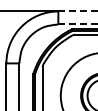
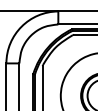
line at (78, 11): dashed -> solid
line at (78, 24): dashed -> solid
